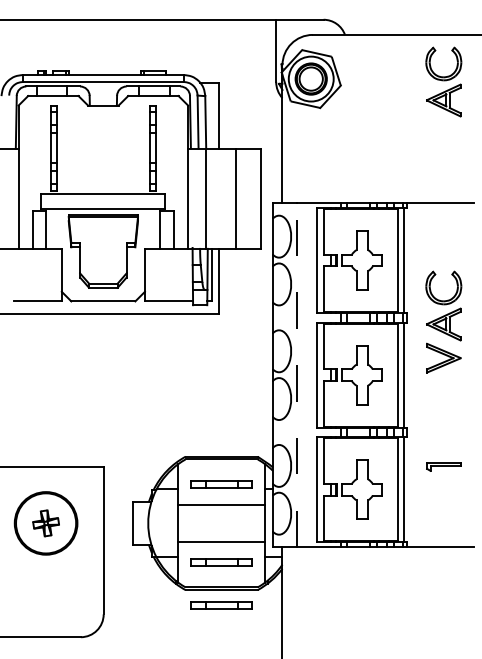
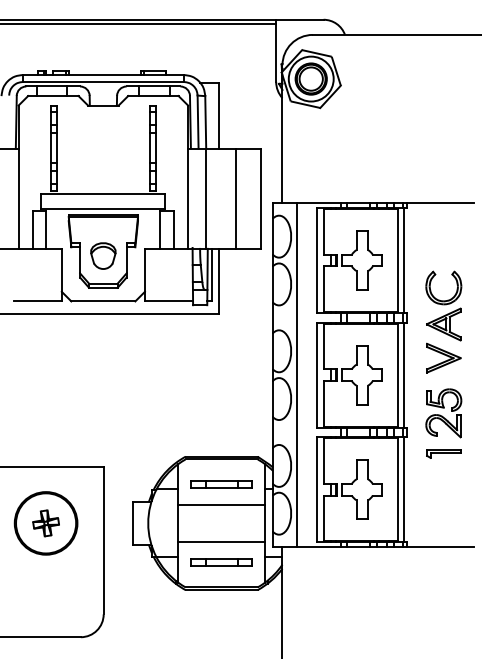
line at (139, 24): none -> present
part at (443, 81): present -> none
part at (103, 255): none -> present
line at (297, 375): dashed -> solid
part at (443, 413): none -> present
part at (443, 466) position: (443, 466) -> (443, 453)
part at (221, 605): present -> none
